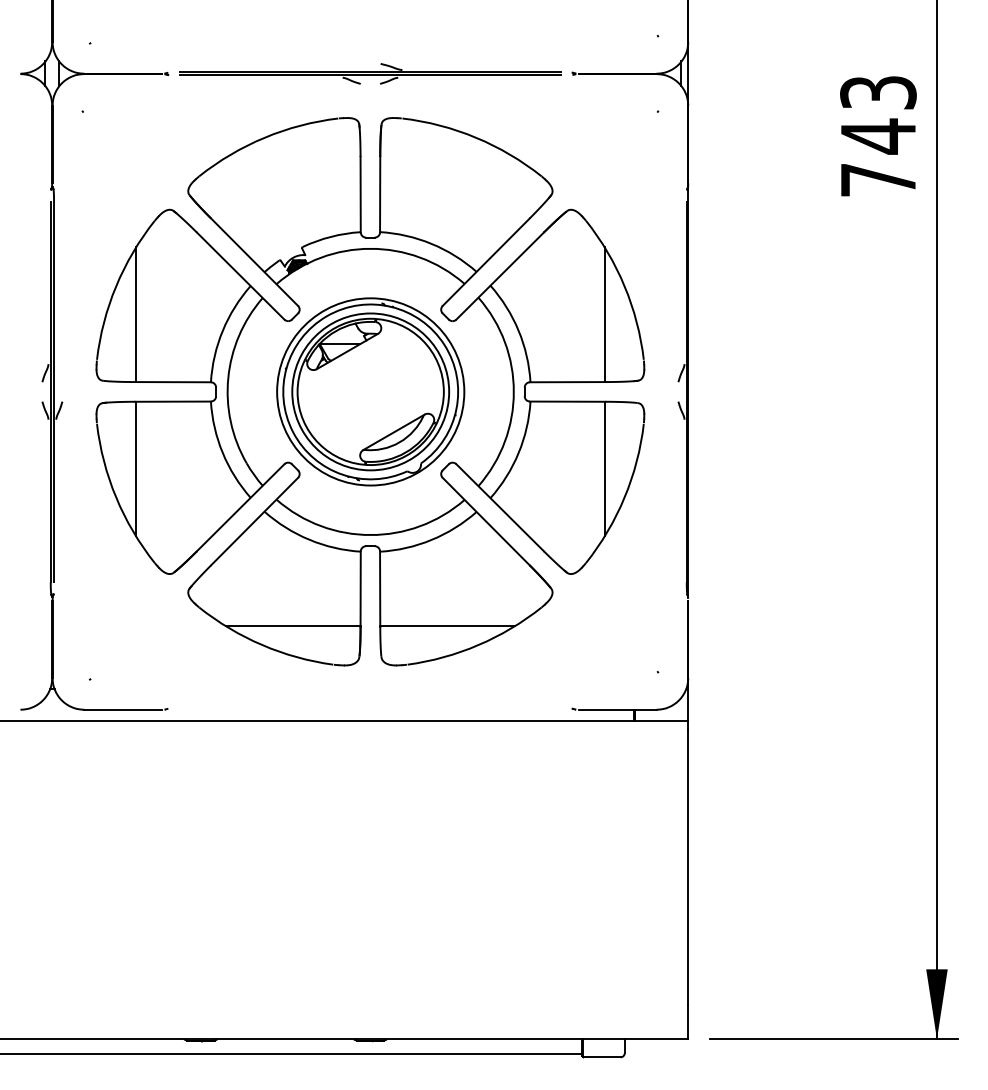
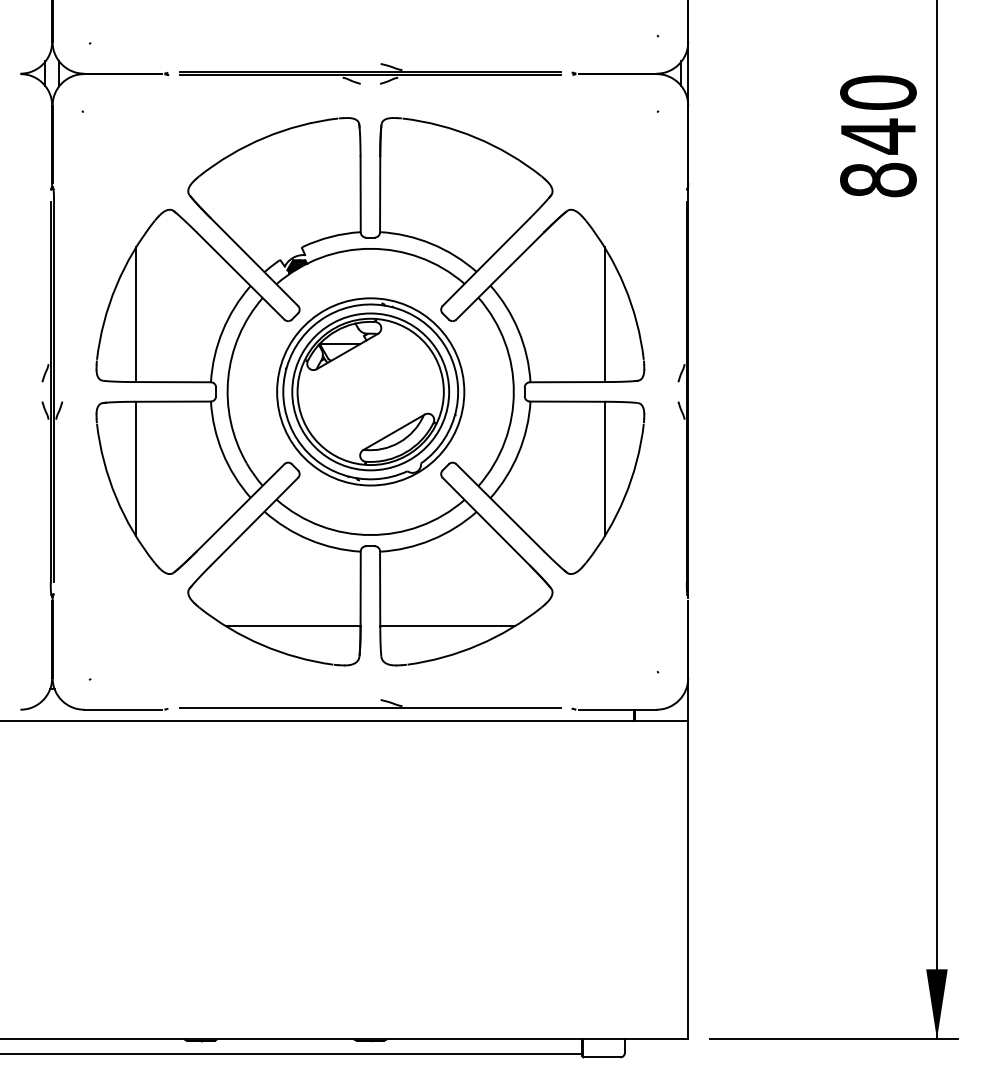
text at (878, 136): 743 -> 840
part at (370, 703): none -> present
